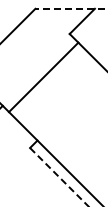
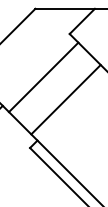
line at (71, 8): dashed -> solid
line at (65, 99): none -> present
line at (59, 177): dashed -> solid
